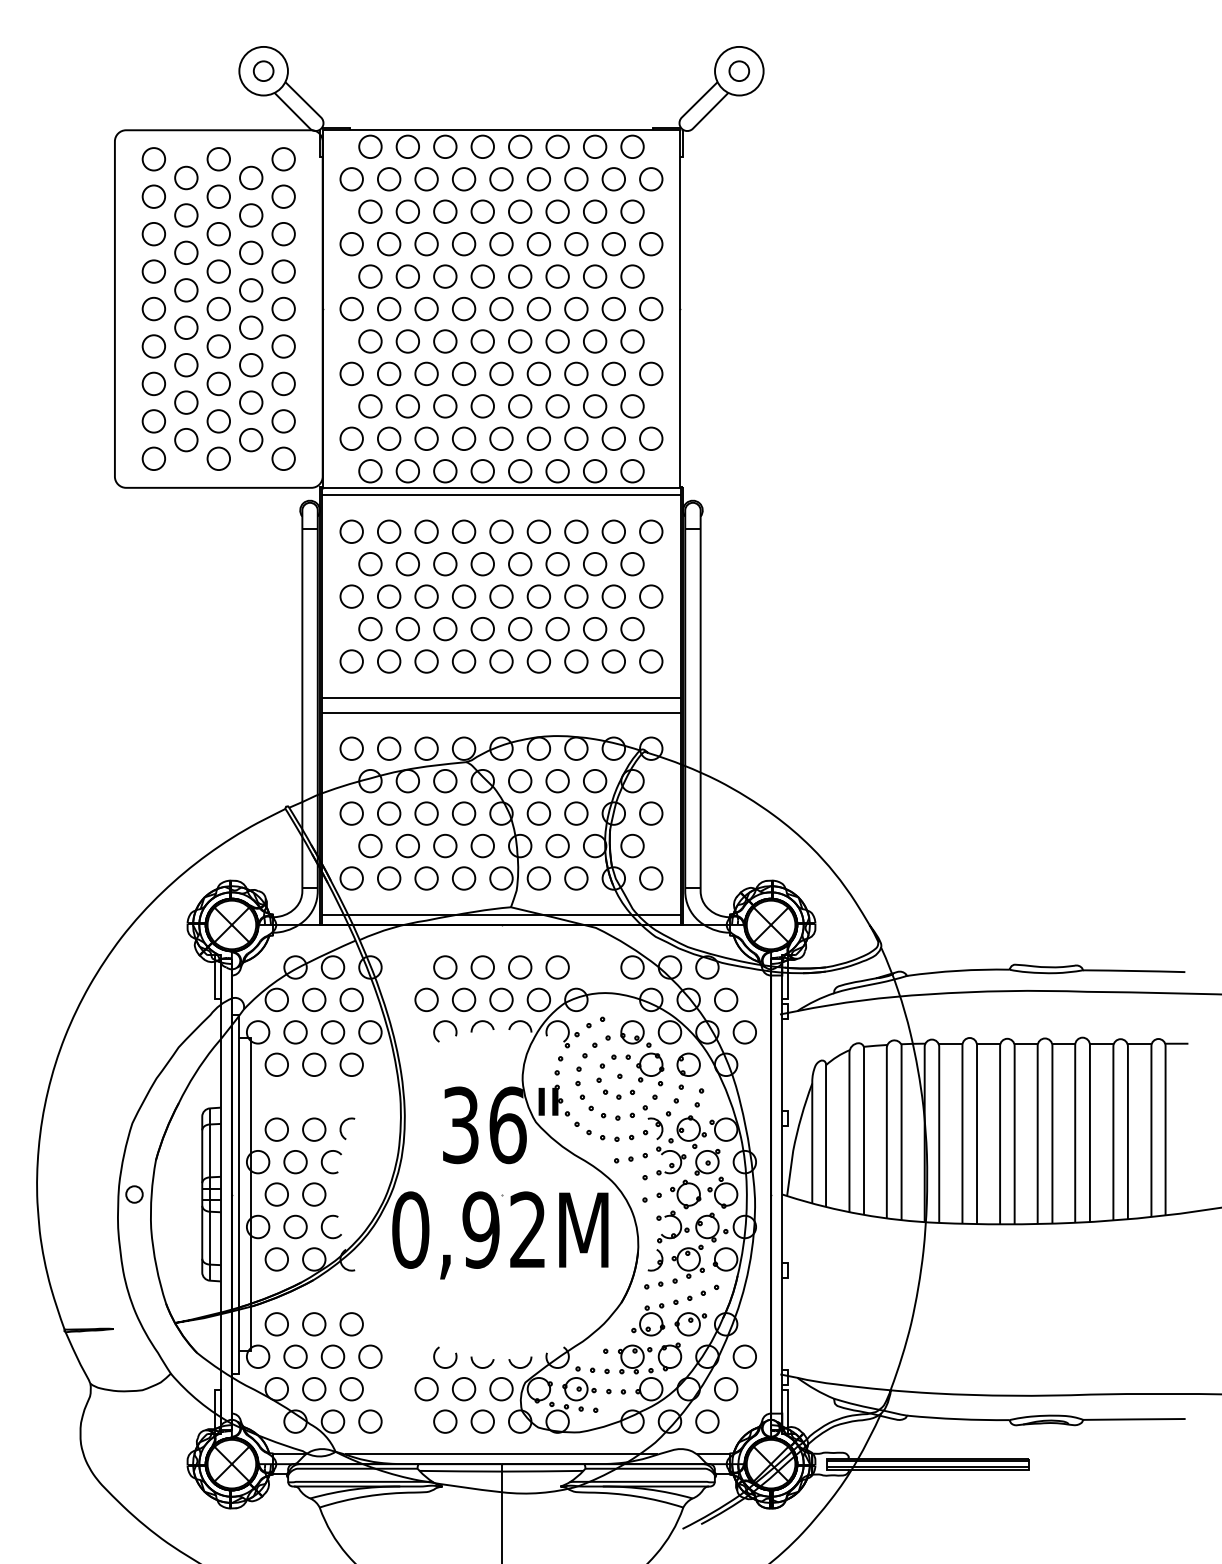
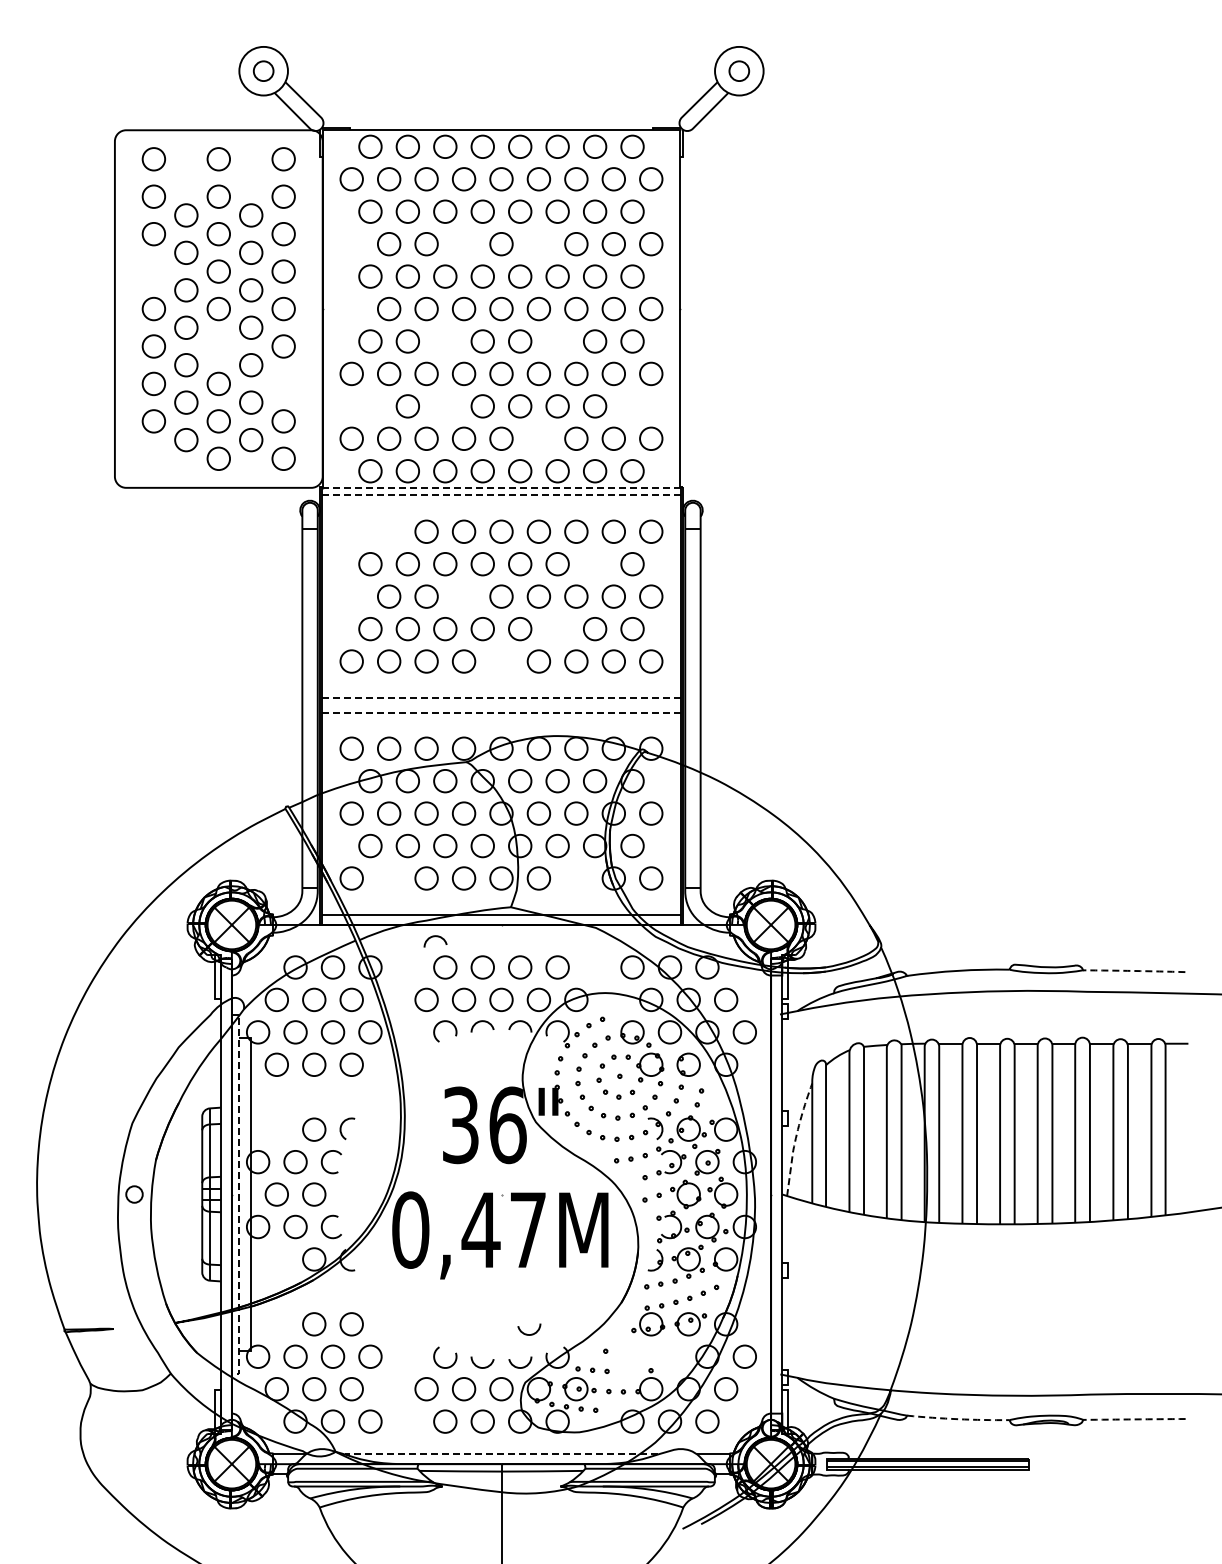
circle at (186, 177): present -> none
circle at (251, 177): present -> none
circle at (351, 244): present -> none
circle at (464, 244): present -> none
circle at (538, 244): present -> none
circle at (153, 271): present -> none
circle at (351, 308): present -> none
circle at (445, 341): present -> none
circle at (557, 341): present -> none
circle at (218, 346): present -> none
circle at (283, 383): present -> none
circle at (370, 406): present -> none
circle at (445, 406): present -> none
circle at (632, 406): present -> none
circle at (538, 438): present -> none
circle at (153, 458): present -> none
line at (501, 487): solid -> dashed
line at (501, 495): solid -> dashed
circle at (351, 531): present -> none
circle at (389, 531): present -> none
circle at (595, 564): present -> none
circle at (351, 596): present -> none
circle at (464, 596): present -> none
circle at (557, 629): present -> none
circle at (501, 661): present -> none
line at (501, 698): solid -> dashed
line at (501, 712): solid -> dashed
circle at (389, 878): present -> none
circle at (576, 878): present -> none
arc at (434, 937): none -> present
arc at (1134, 970): solid -> dashed
circle at (276, 1129): present -> none
line at (796, 1137): solid -> dashed
line at (239, 1194): solid -> dashed
text at (503, 1229): 0,92M -> 0,47M
circle at (276, 1259): present -> none
circle at (276, 1324): present -> none
arc at (531, 1333): none -> present
part at (650, 1358): present -> none
arc at (958, 1419): solid -> dashed
arc at (1134, 1419): solid -> dashed
line at (501, 1454): solid -> dashed
